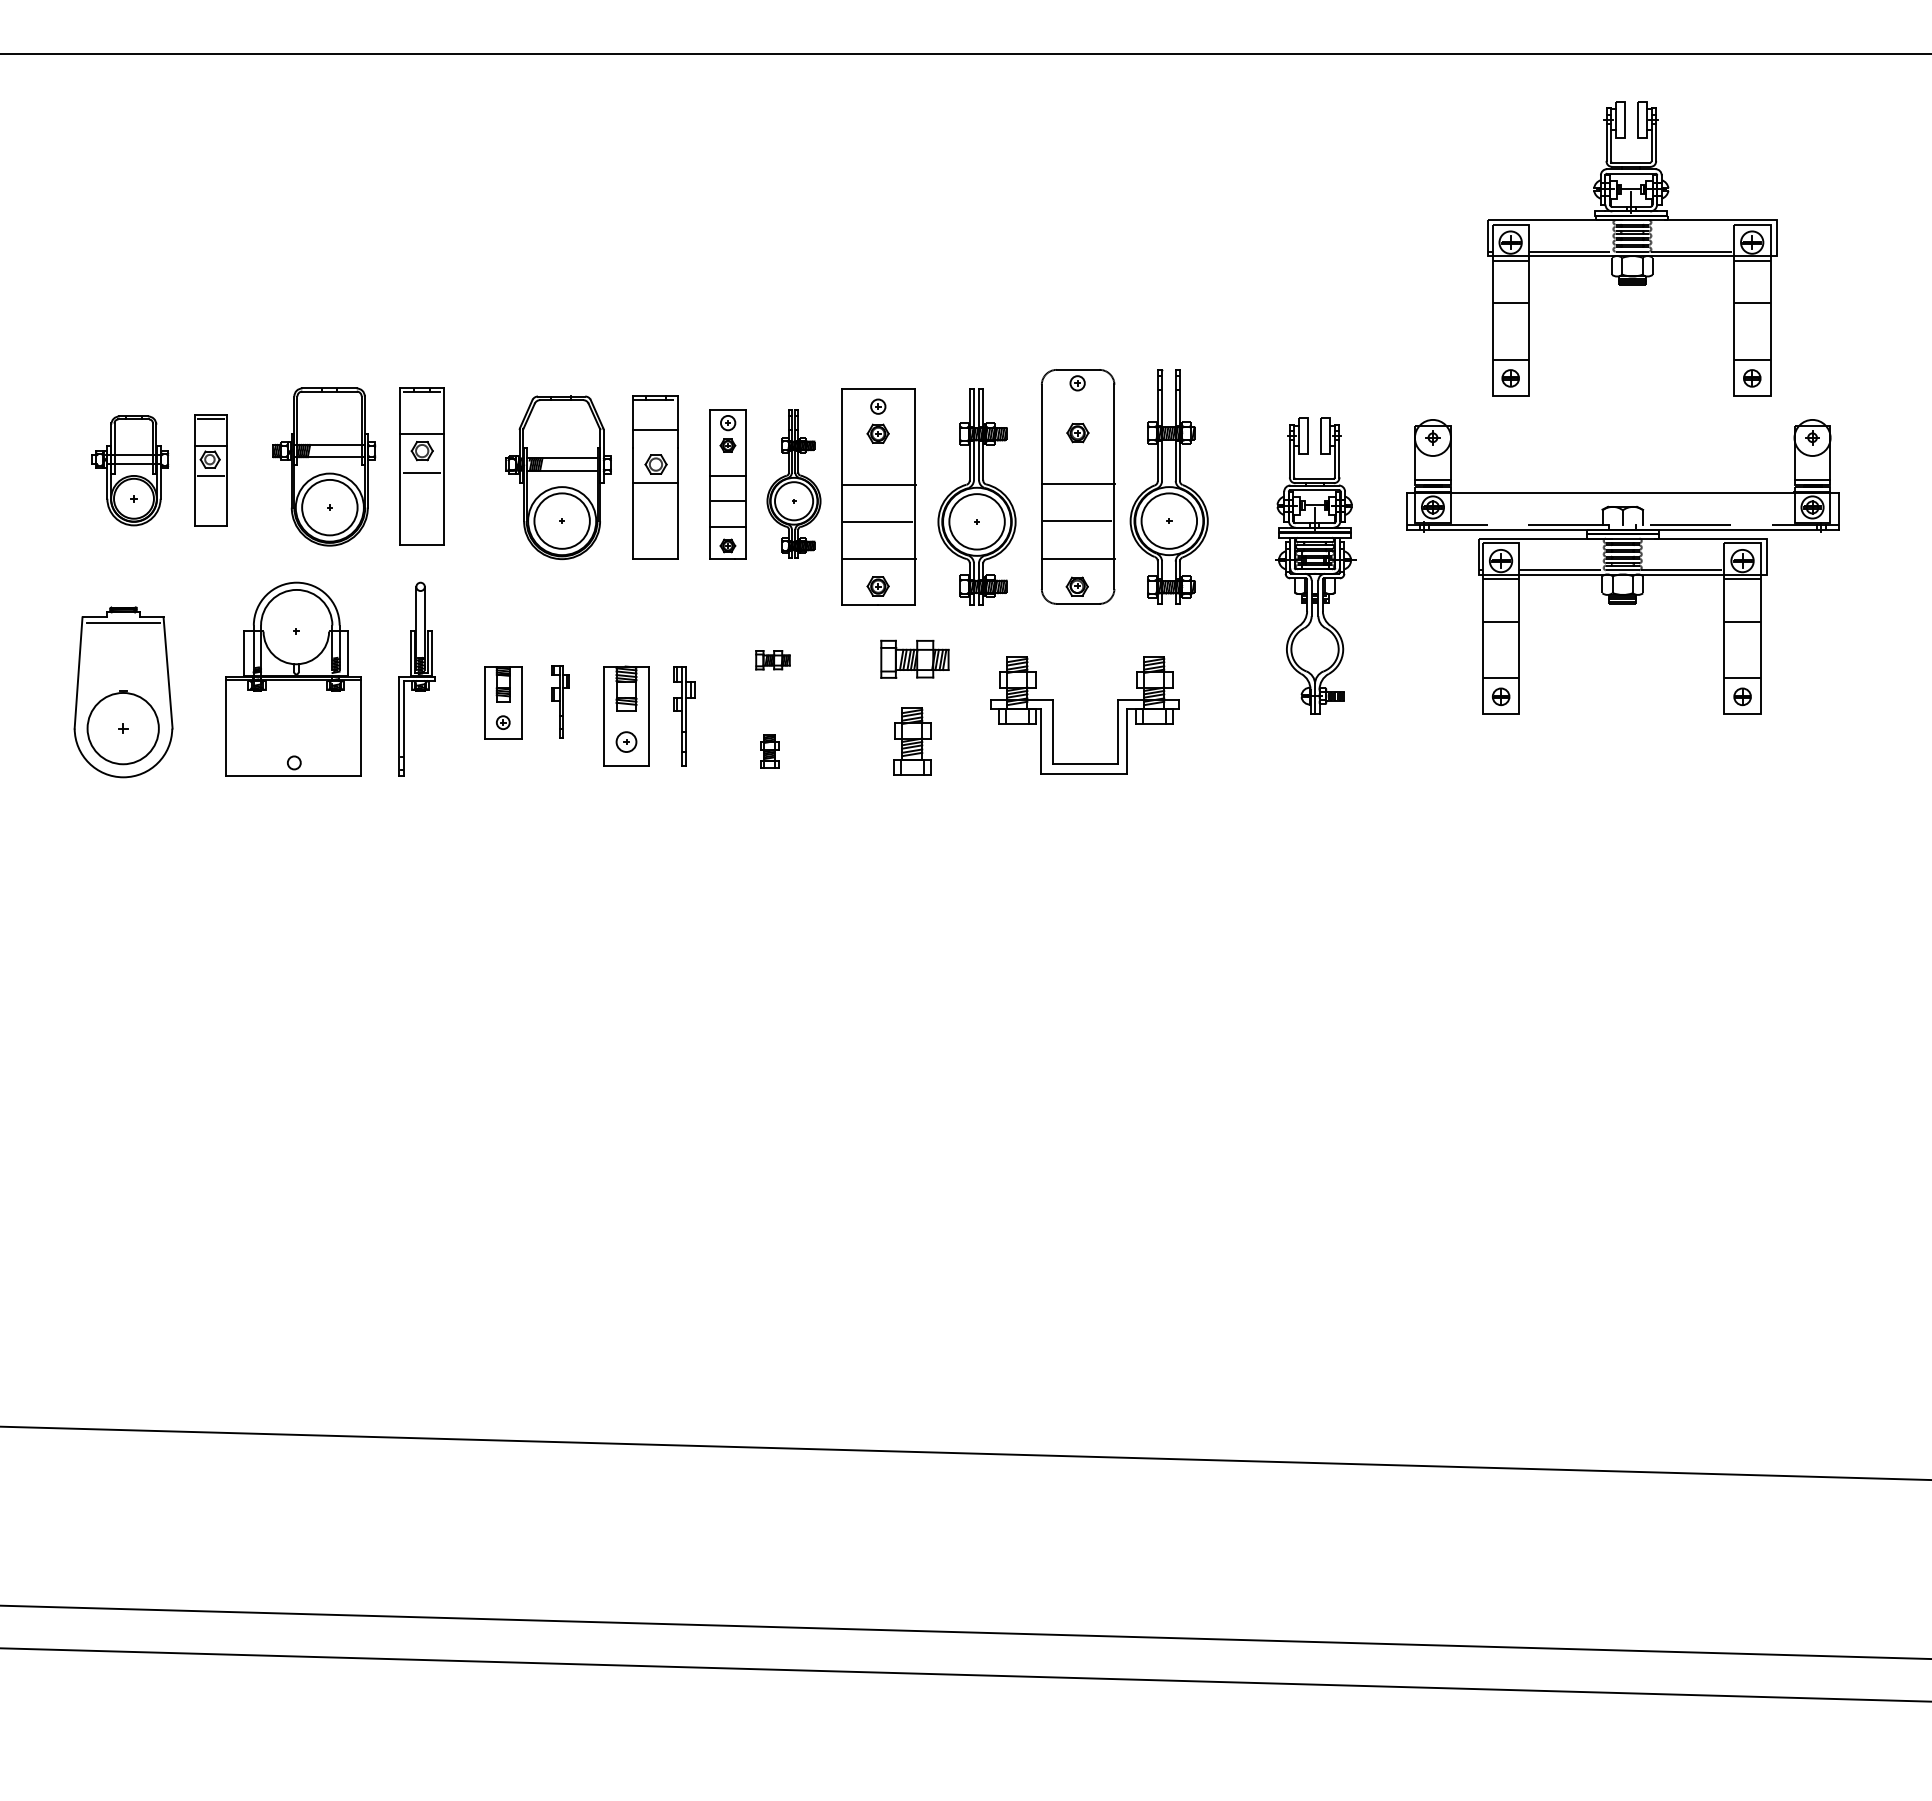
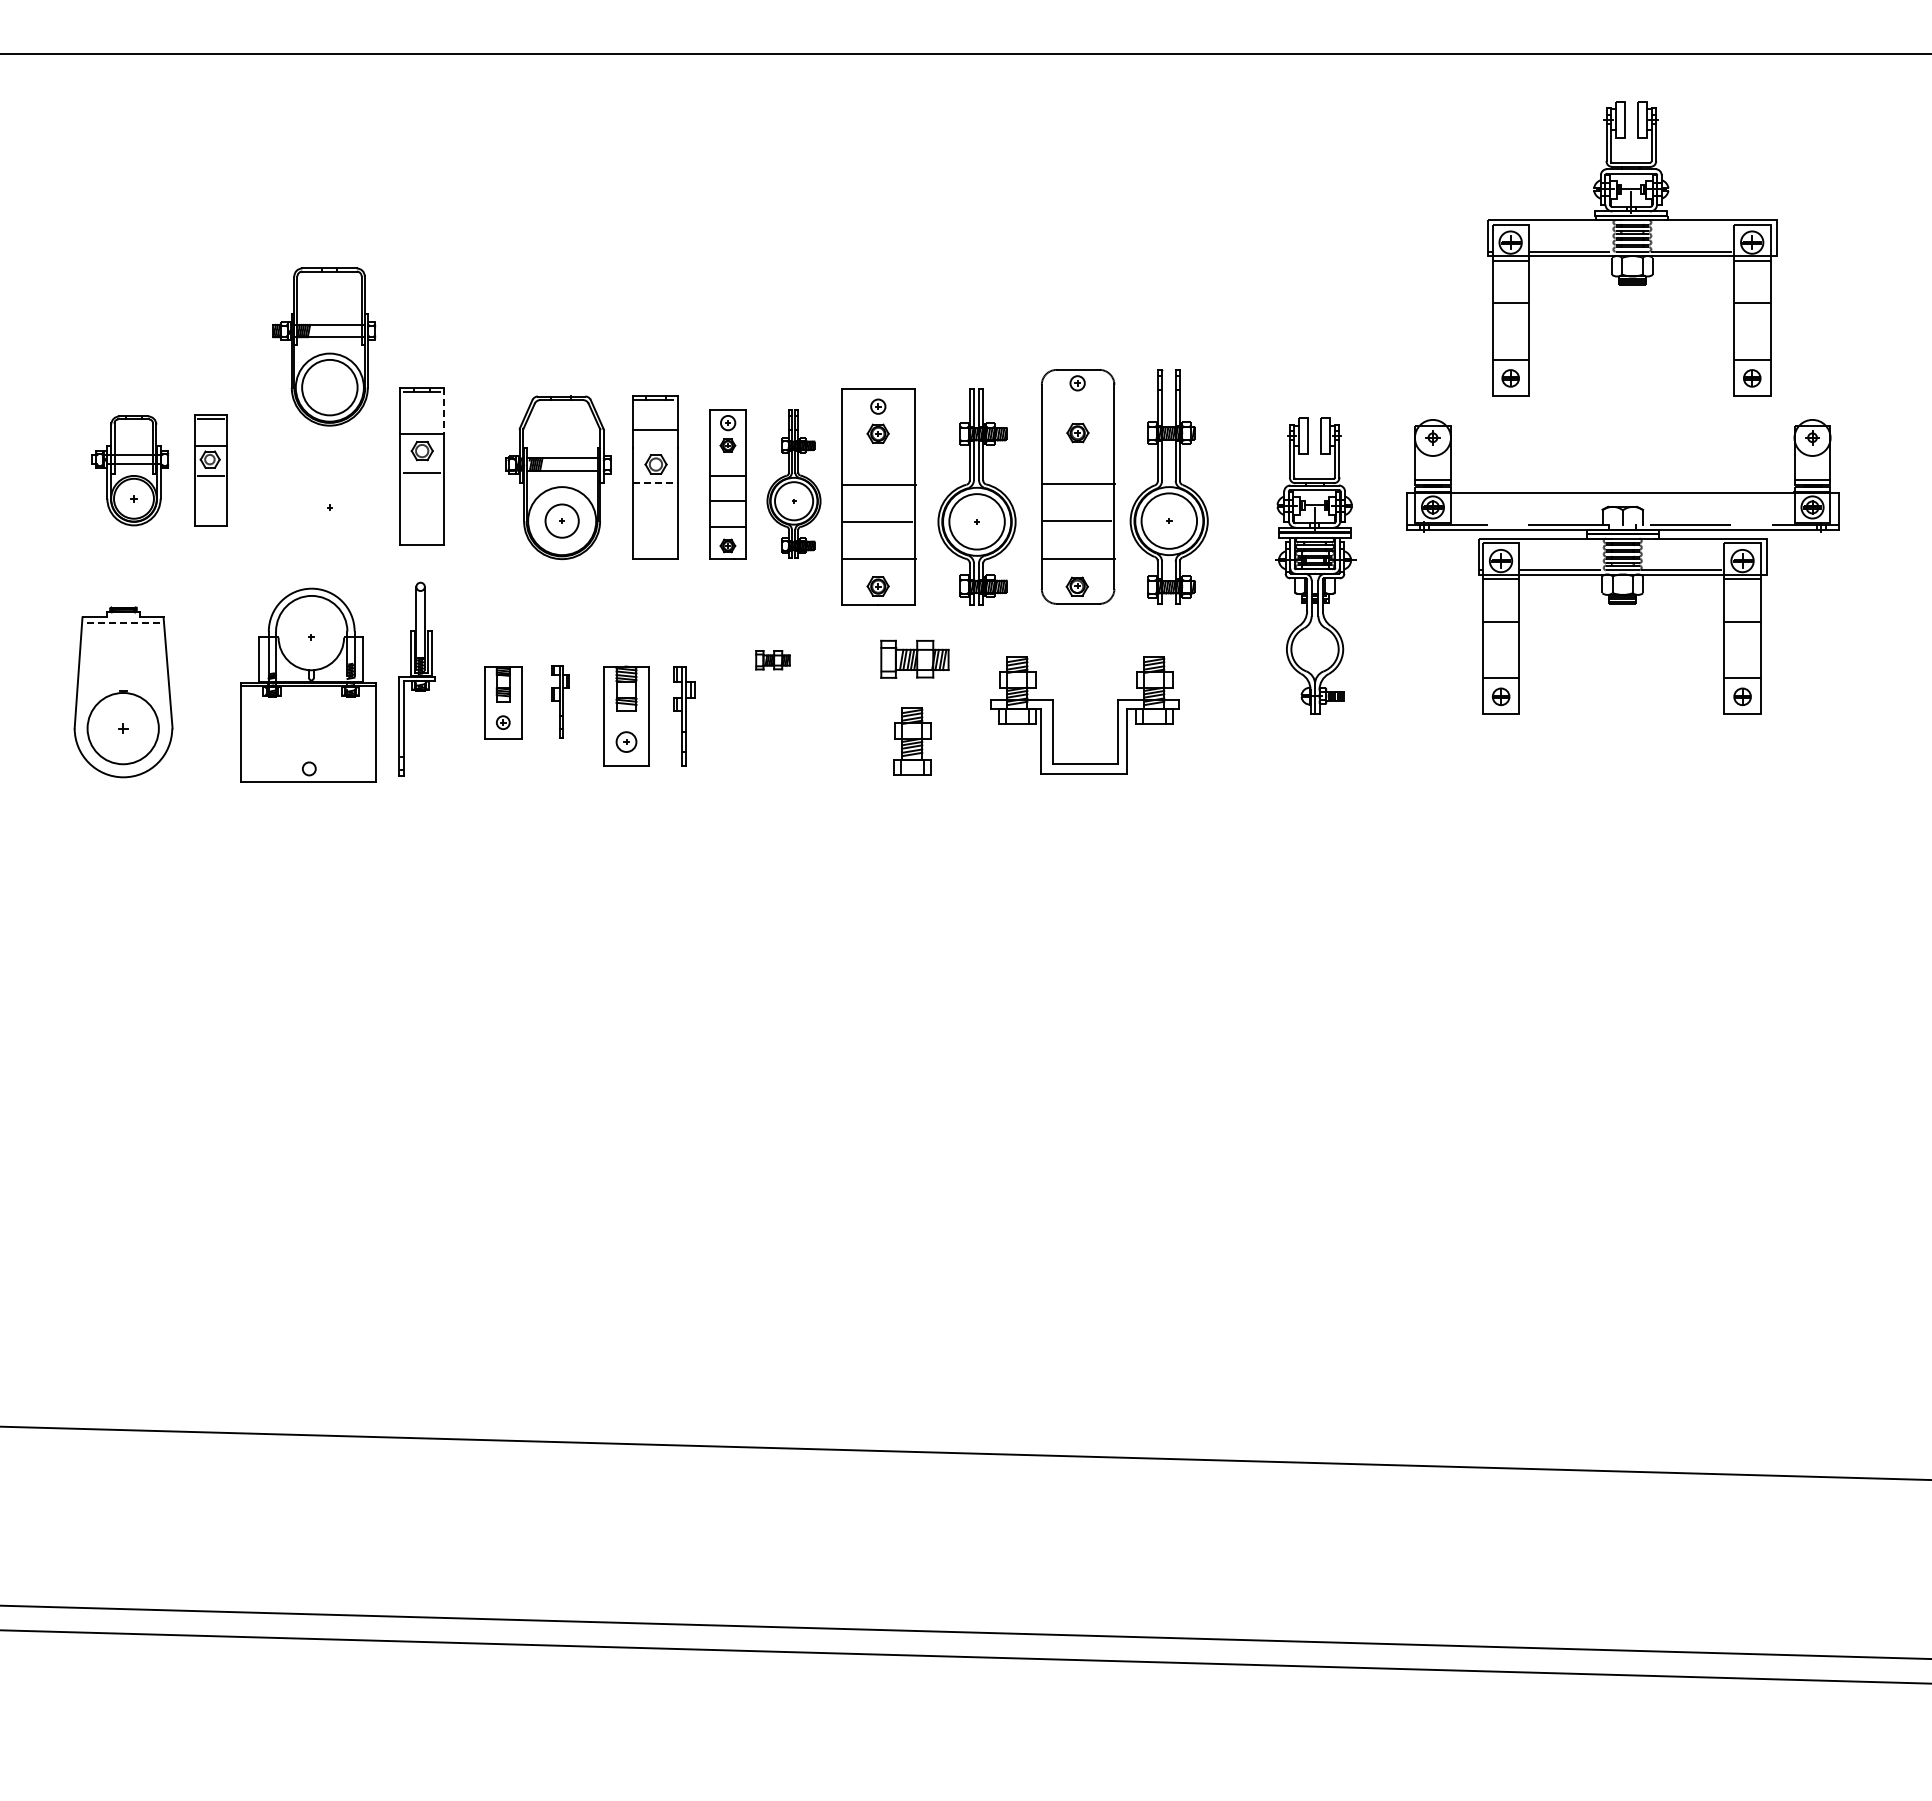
line at (444, 411): solid -> dashed
part at (324, 466) position: (324, 466) -> (324, 346)
line at (656, 483): solid -> dashed
circle at (561, 520) diameter: 55 px -> 33 px
line at (123, 622): solid -> dashed
part at (293, 678) position: (293, 678) -> (308, 684)
part at (769, 751): present -> none
line at (965, 1674) position: (965, 1674) -> (965, 1656)
